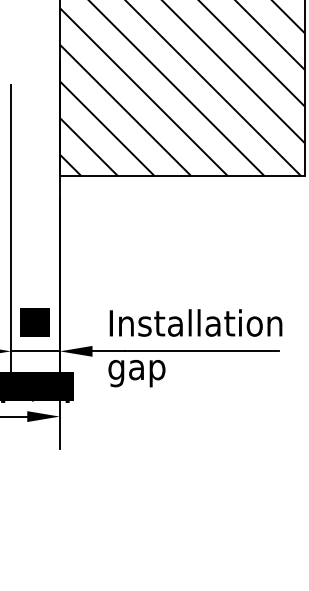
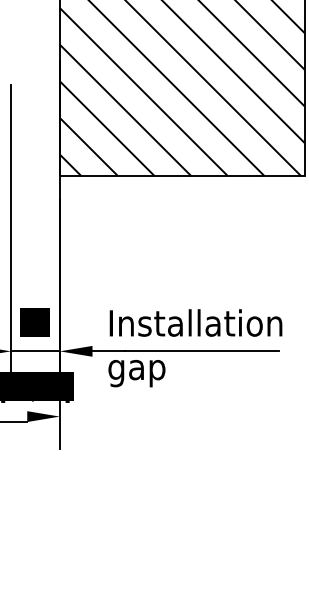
line at (14, 416) position: (14, 416) -> (14, 421)
